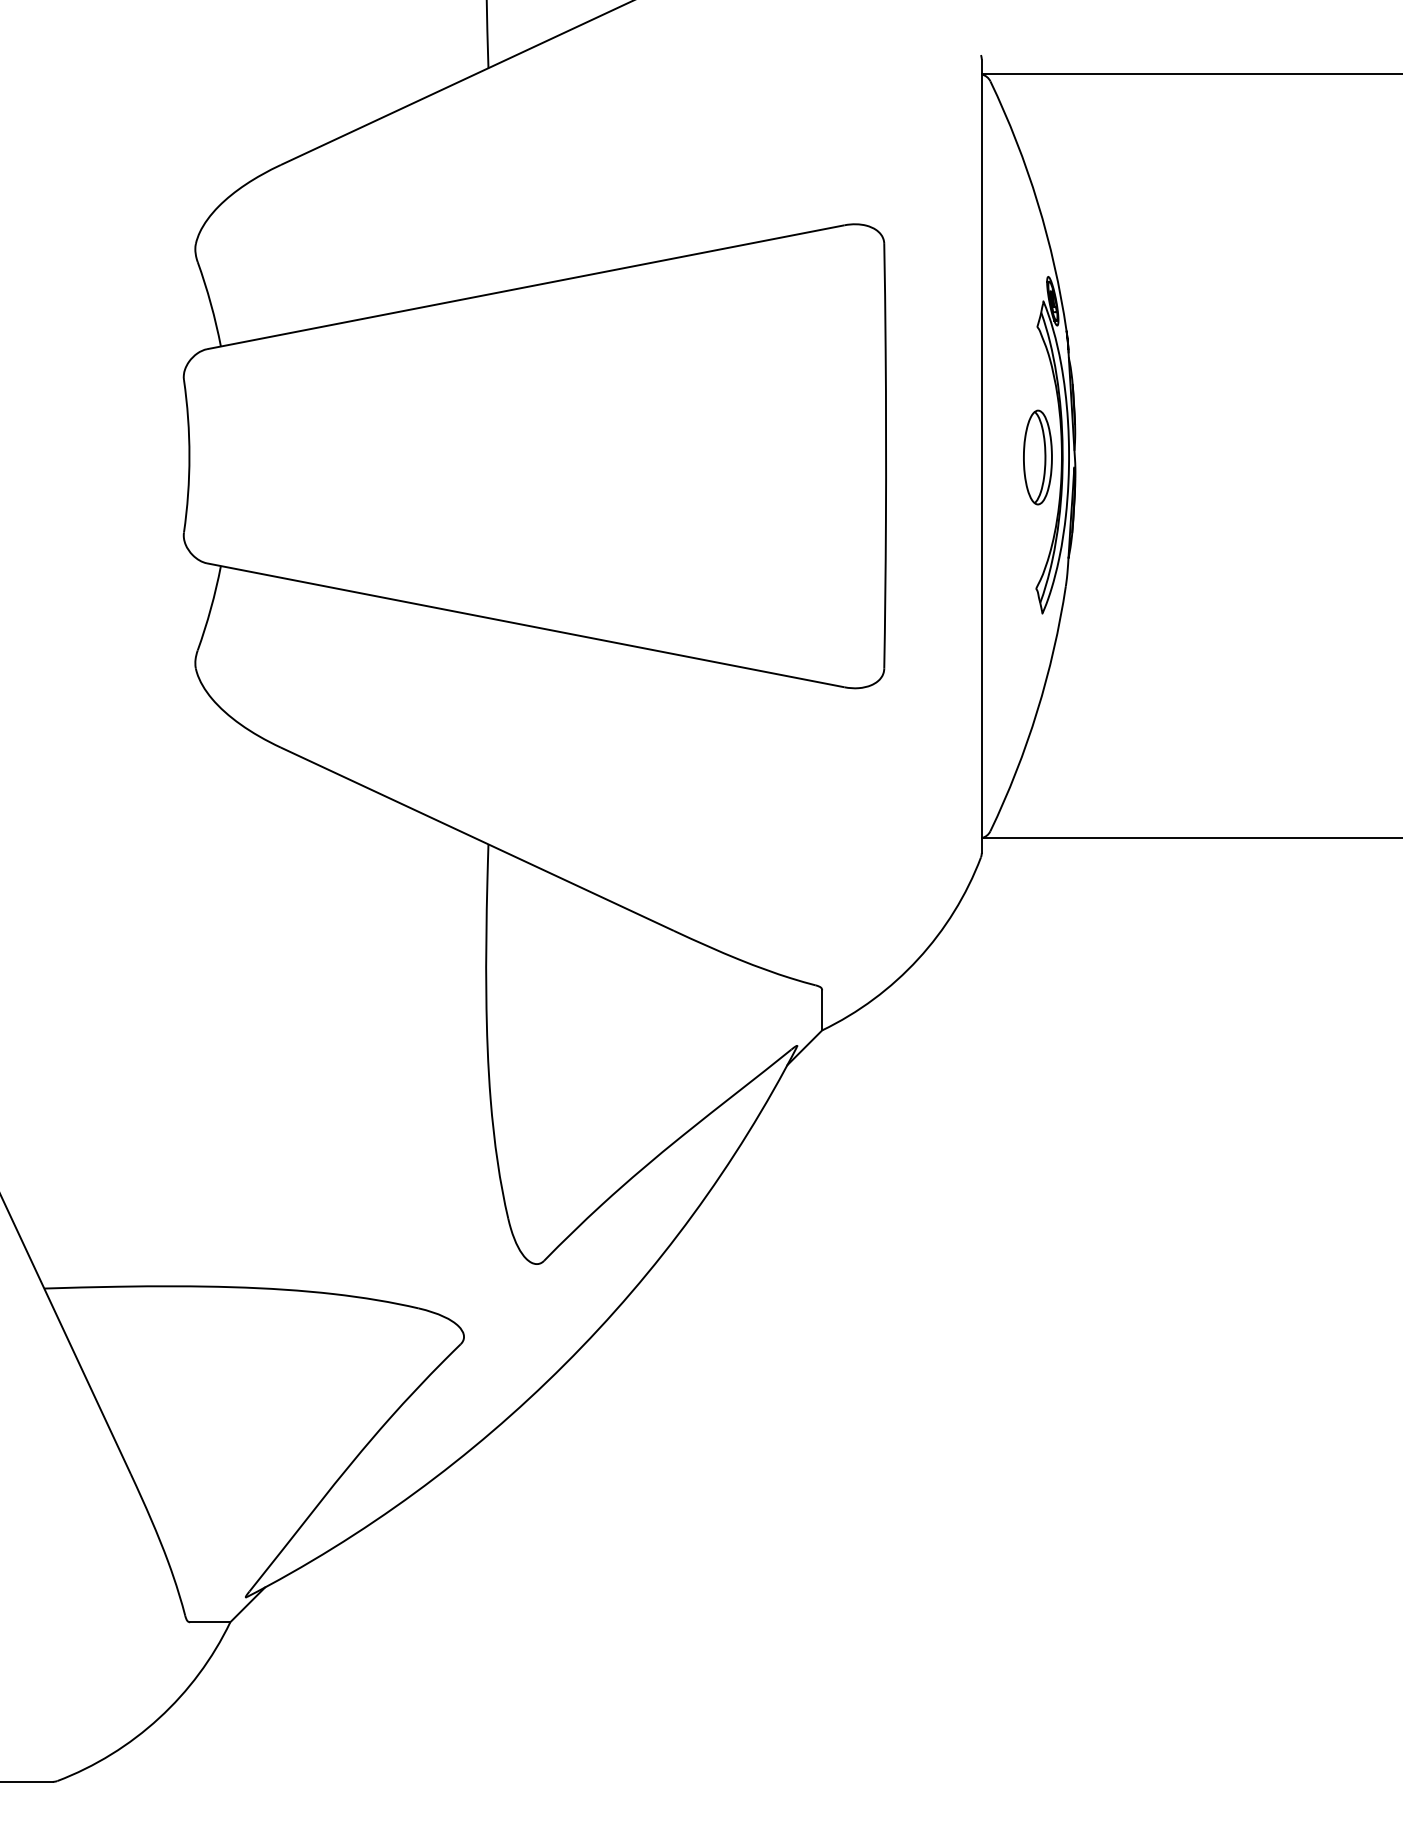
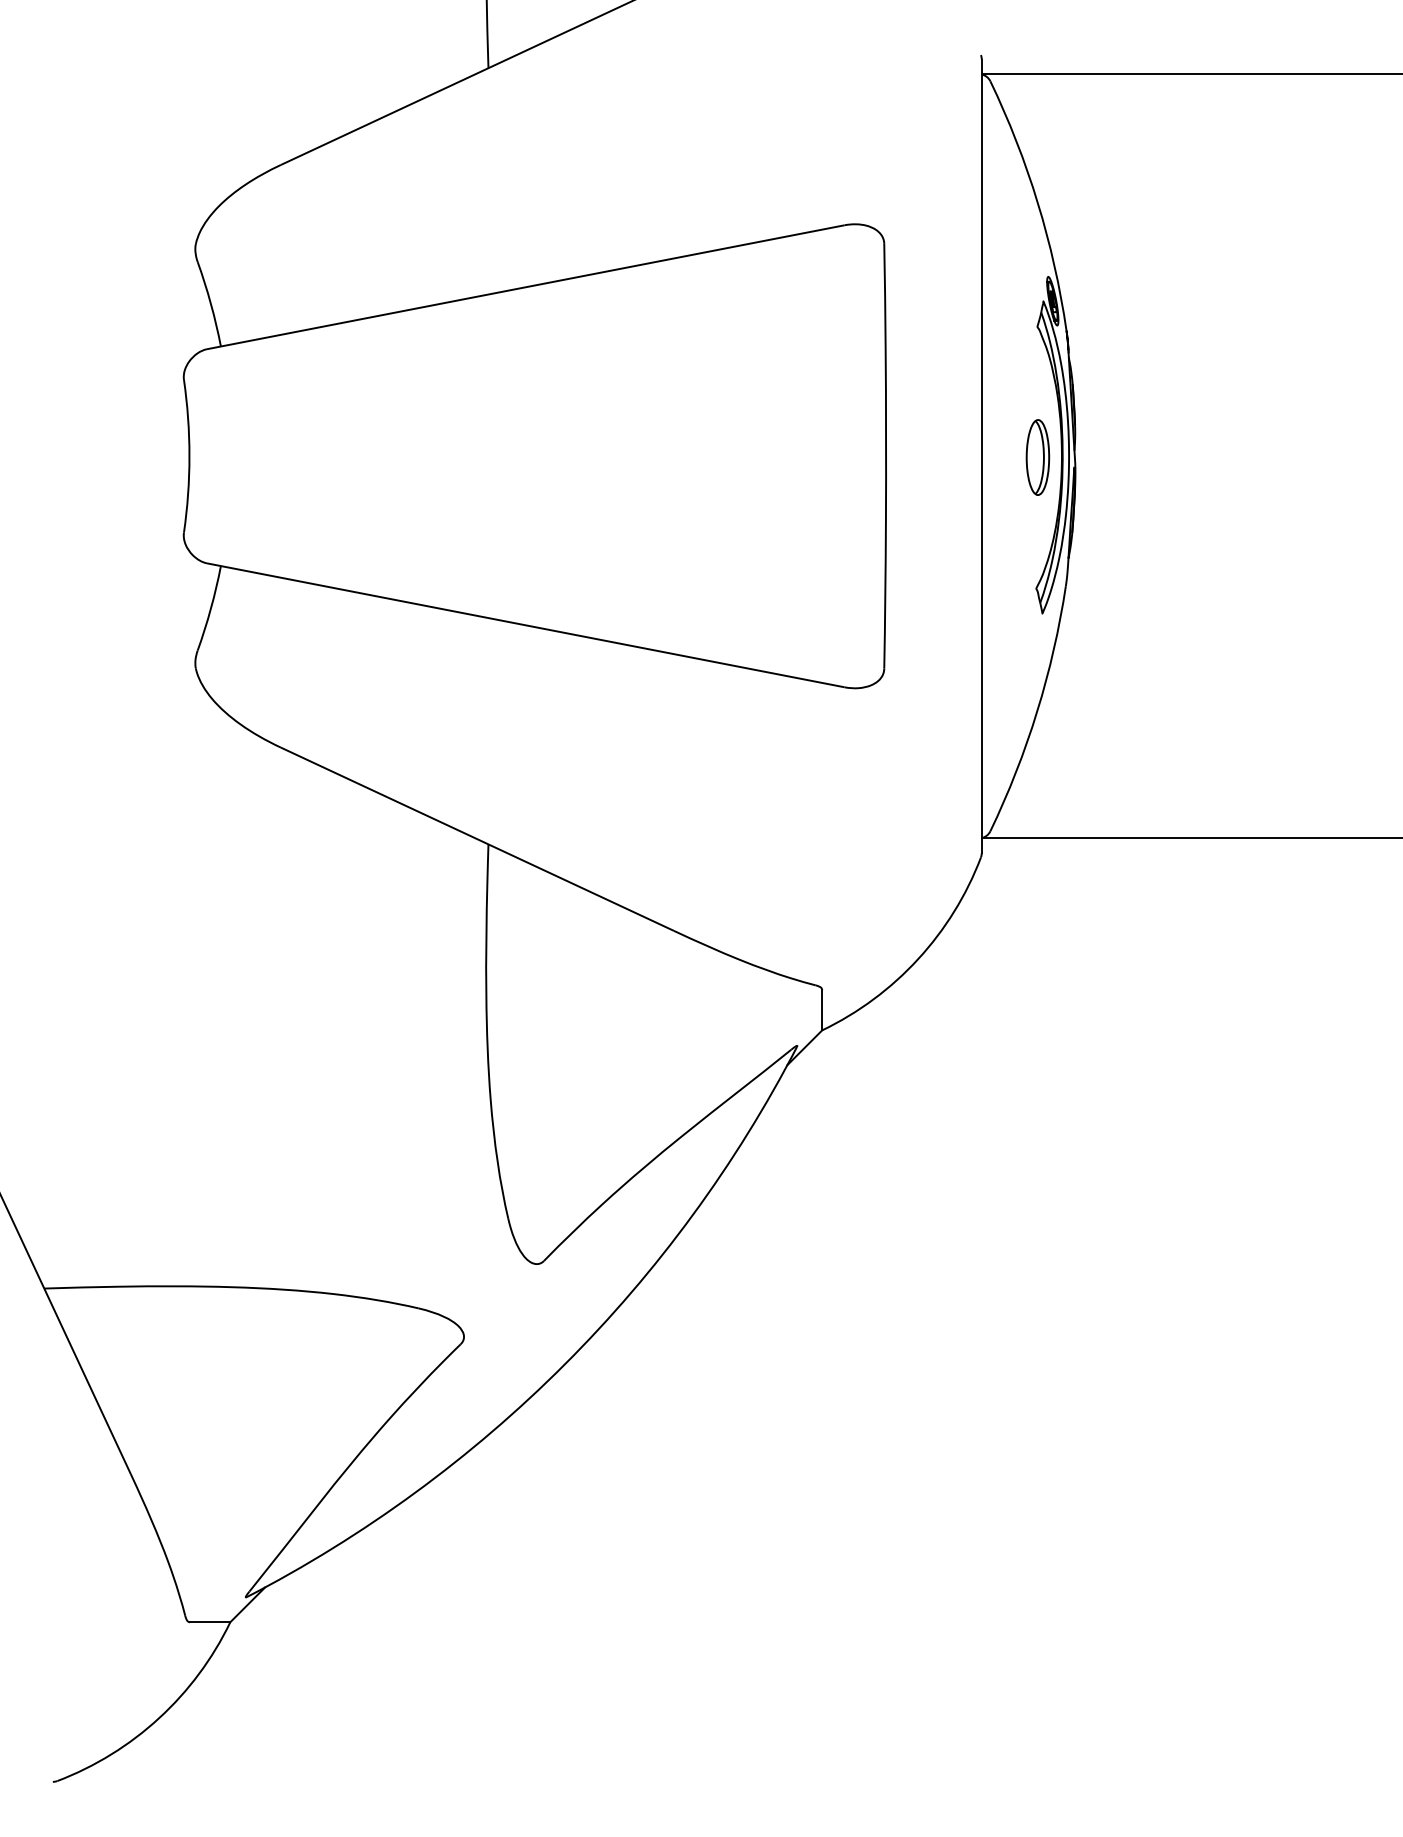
part at (1037, 457) size: 30x97 px -> 26x77 px
line at (27, 1781): present -> none
